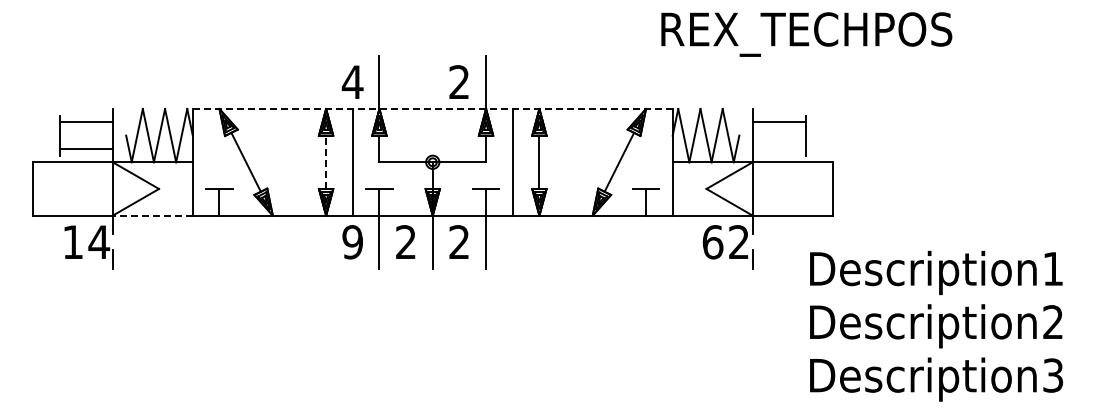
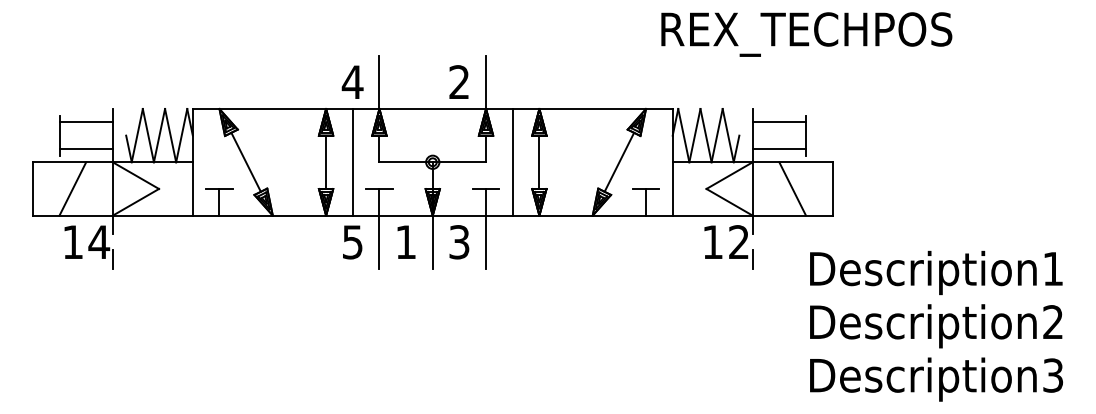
line at (432, 108): dashed -> solid
line at (779, 148): none -> present
line at (326, 162): dashed -> solid
line at (72, 188): none -> present
line at (792, 188): none -> present
line at (152, 215): dashed -> solid
text at (405, 241): 2 -> 1
text at (352, 242): 9 -> 5
text at (459, 242): 2 -> 3
text at (712, 242): 62 -> 12
